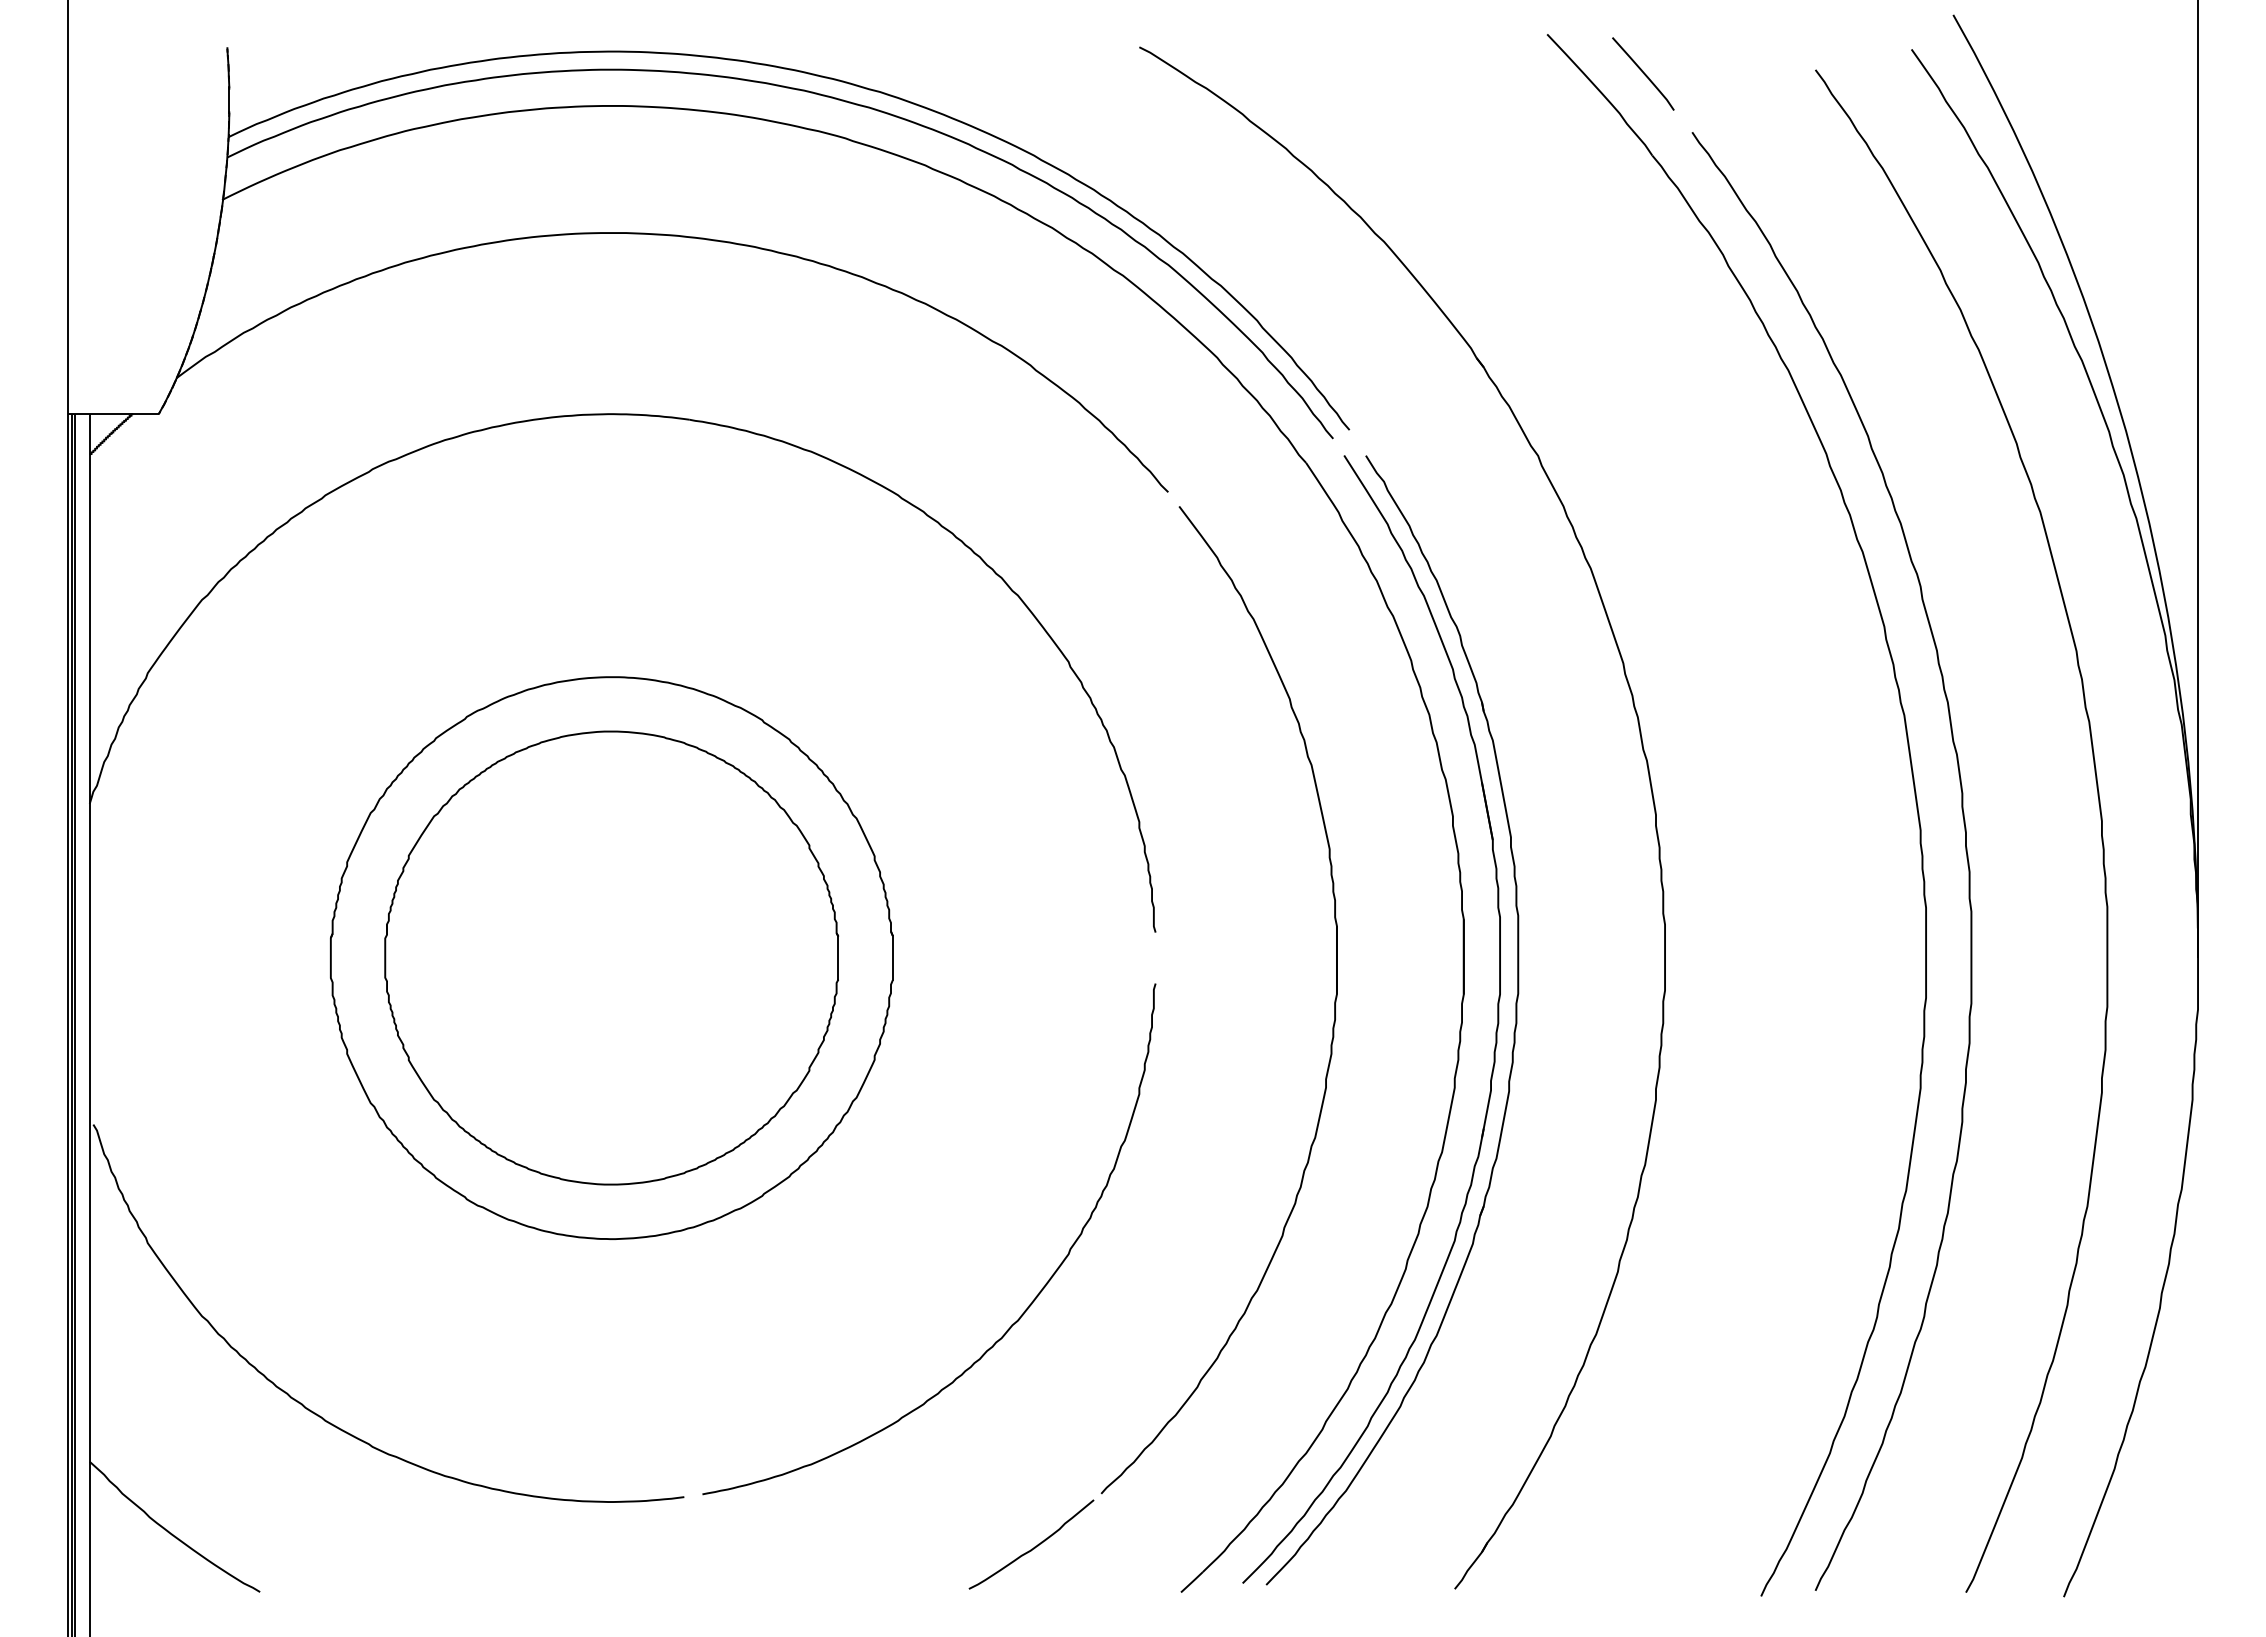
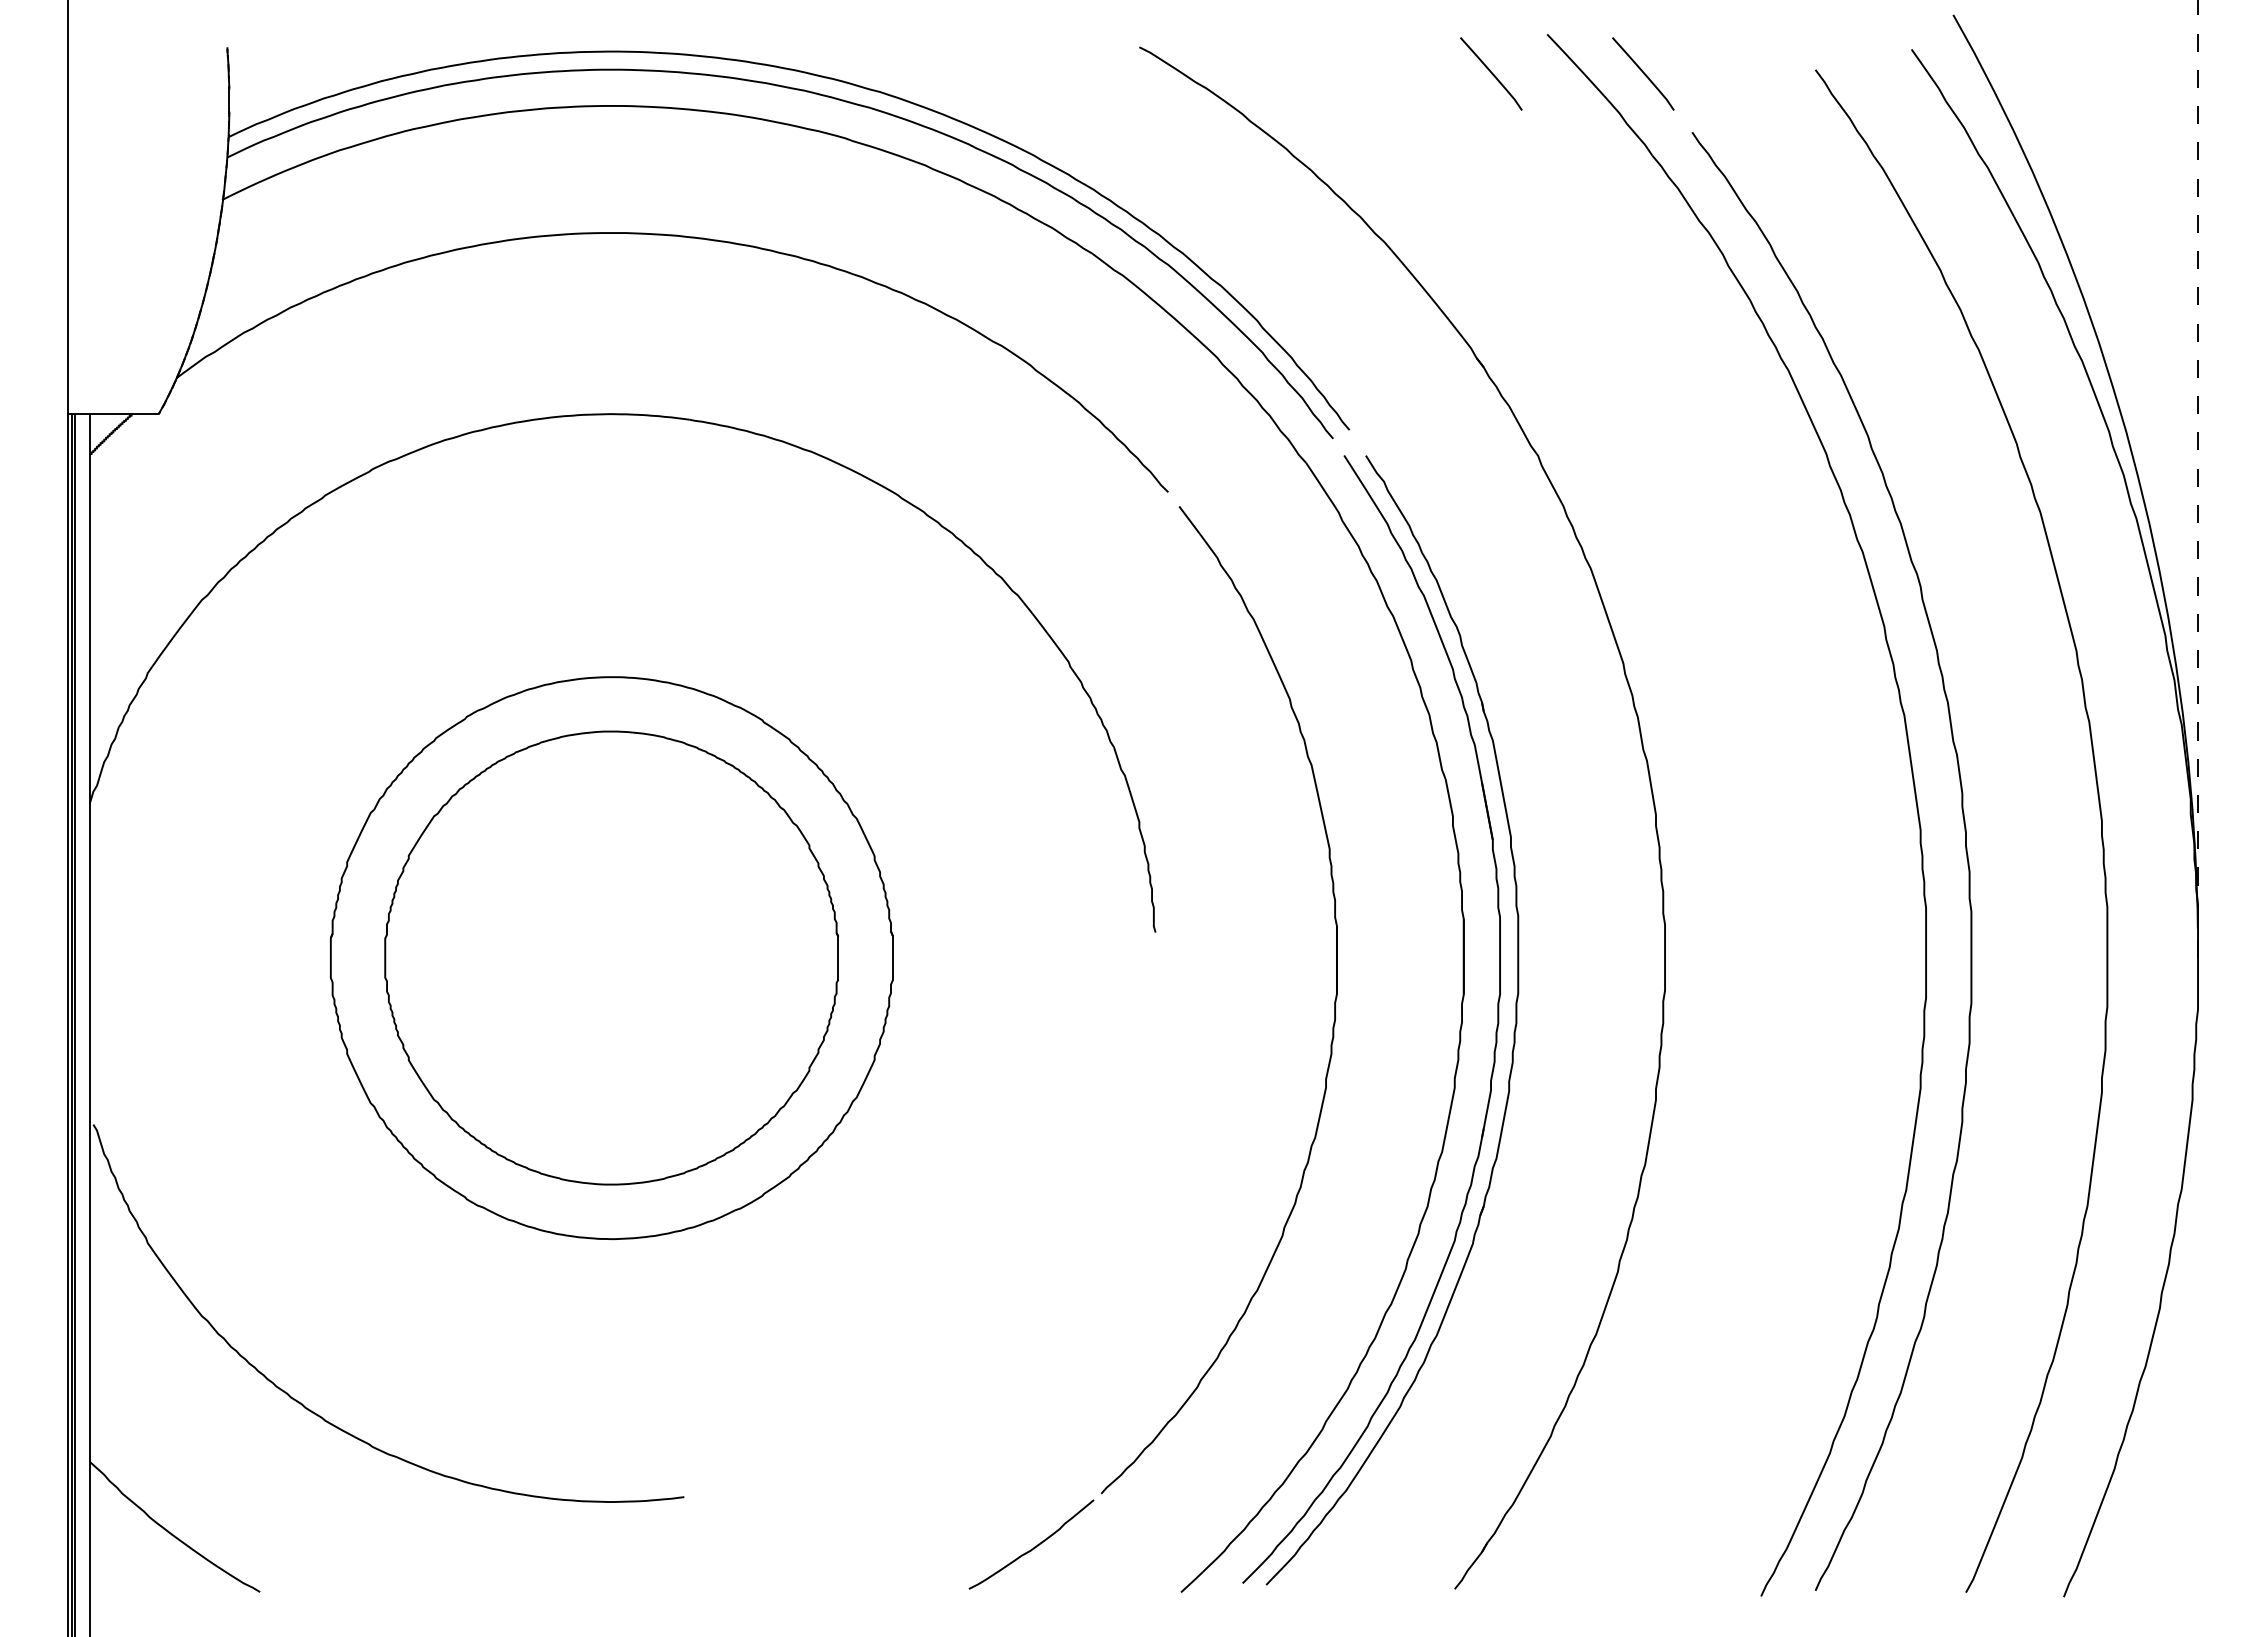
curve at (1491, 73): none -> present
line at (2198, 479): solid -> dashed
curve at (1011, 1324): present -> none
